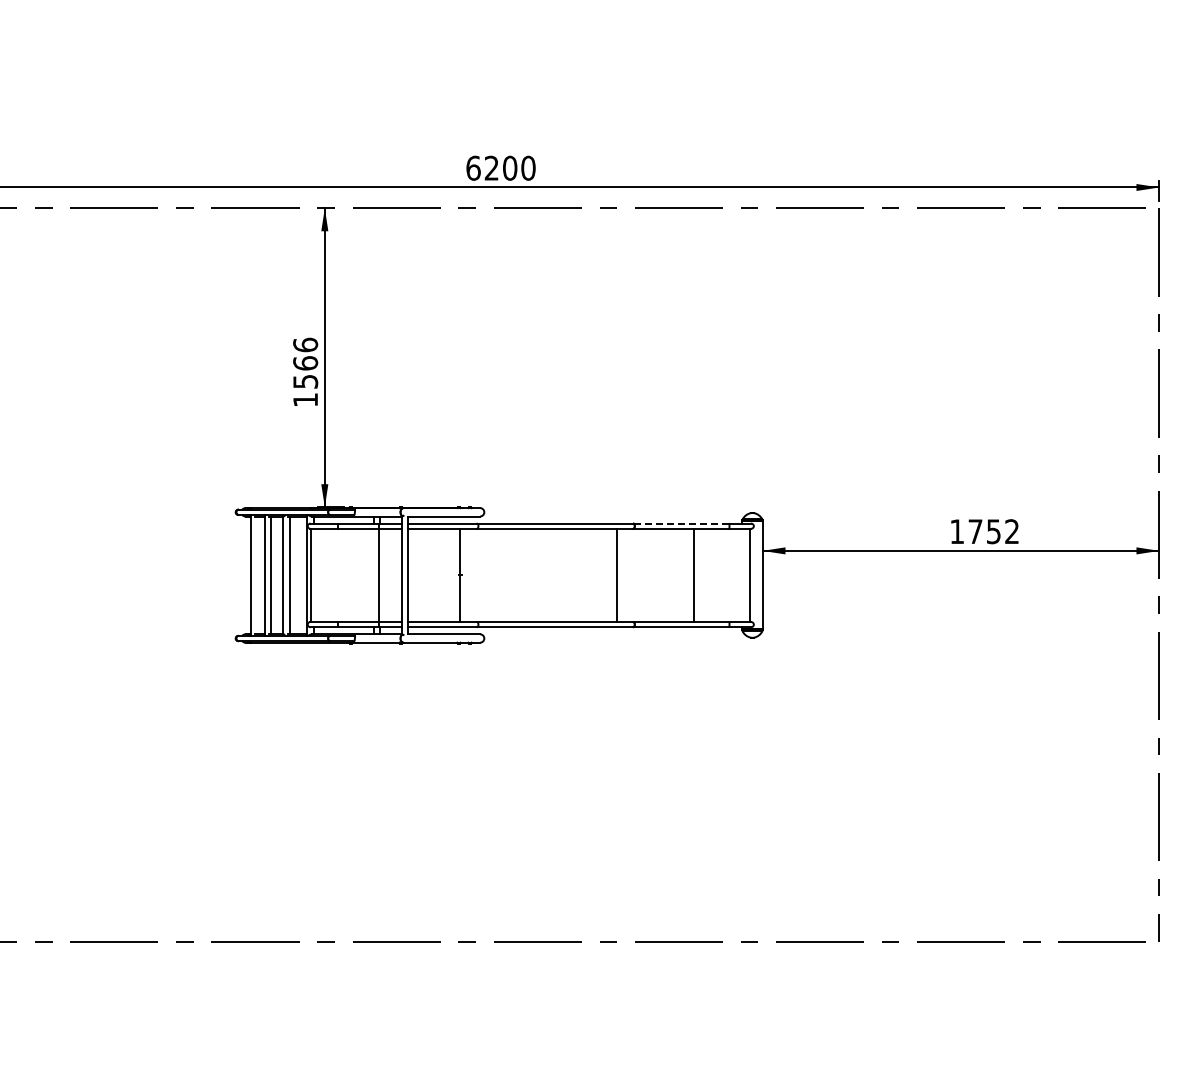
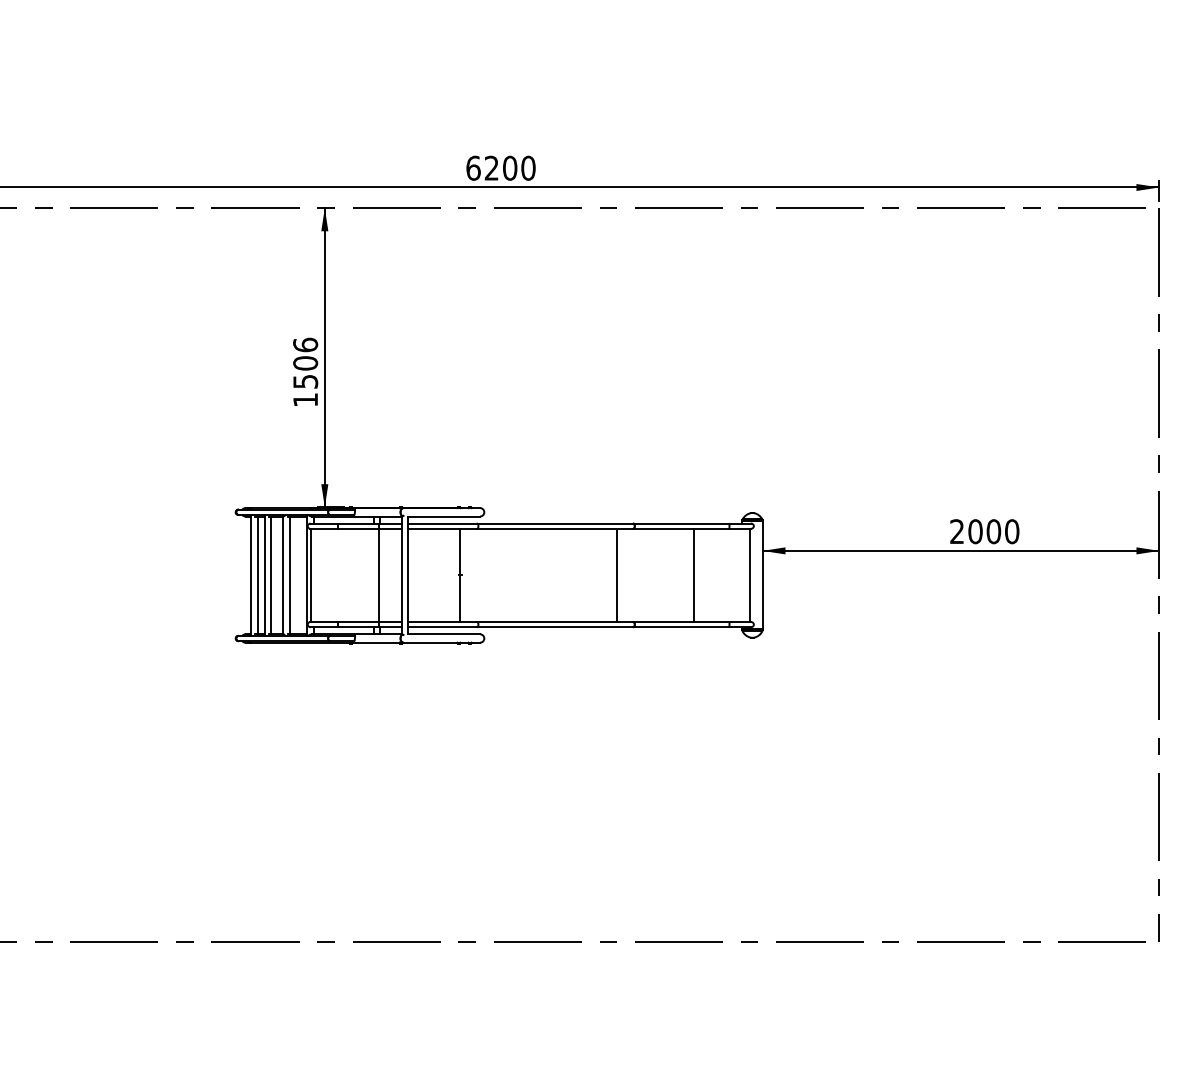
text at (305, 363): 1566 -> 1506
line at (680, 523): dashed -> solid
text at (984, 531): 1752 -> 2000
line at (257, 575): none -> present
